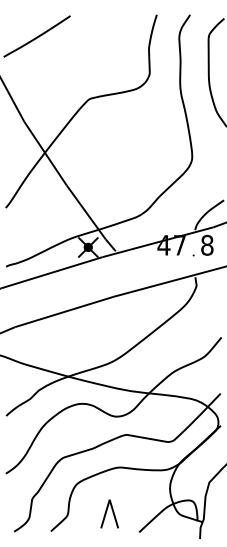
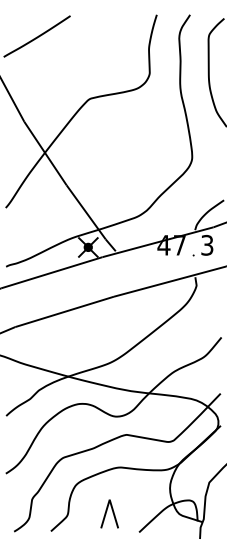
text at (207, 245): 8 -> 3
